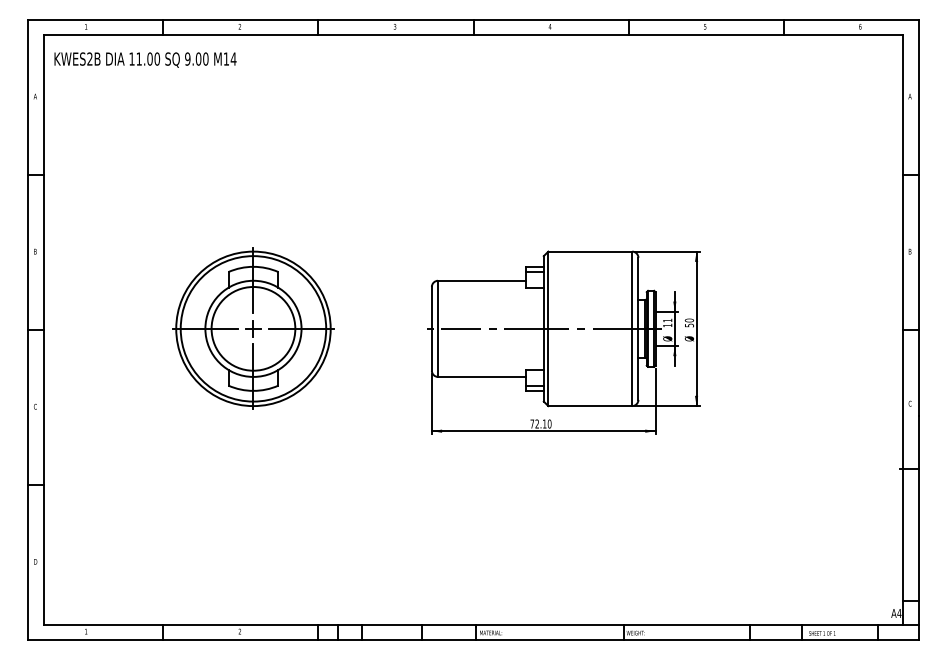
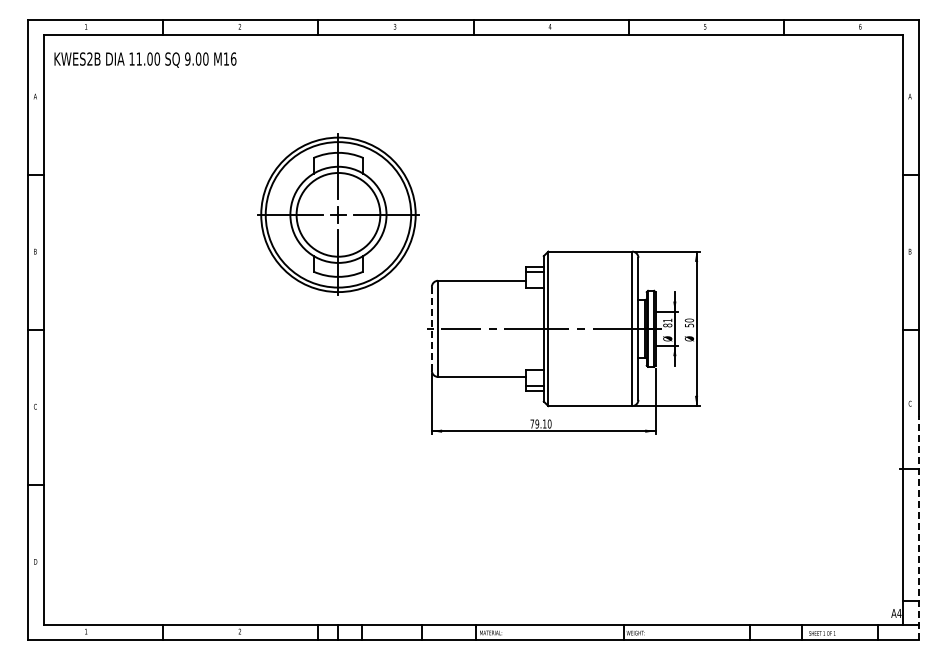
text at (233, 58): M14 -> M16
text at (667, 325): 11 -> 81
part at (253, 328) position: (253, 328) -> (338, 214)
line at (431, 328): solid -> dashed
text at (537, 423): 72.10 -> 79.10
line at (918, 527): solid -> dashed
